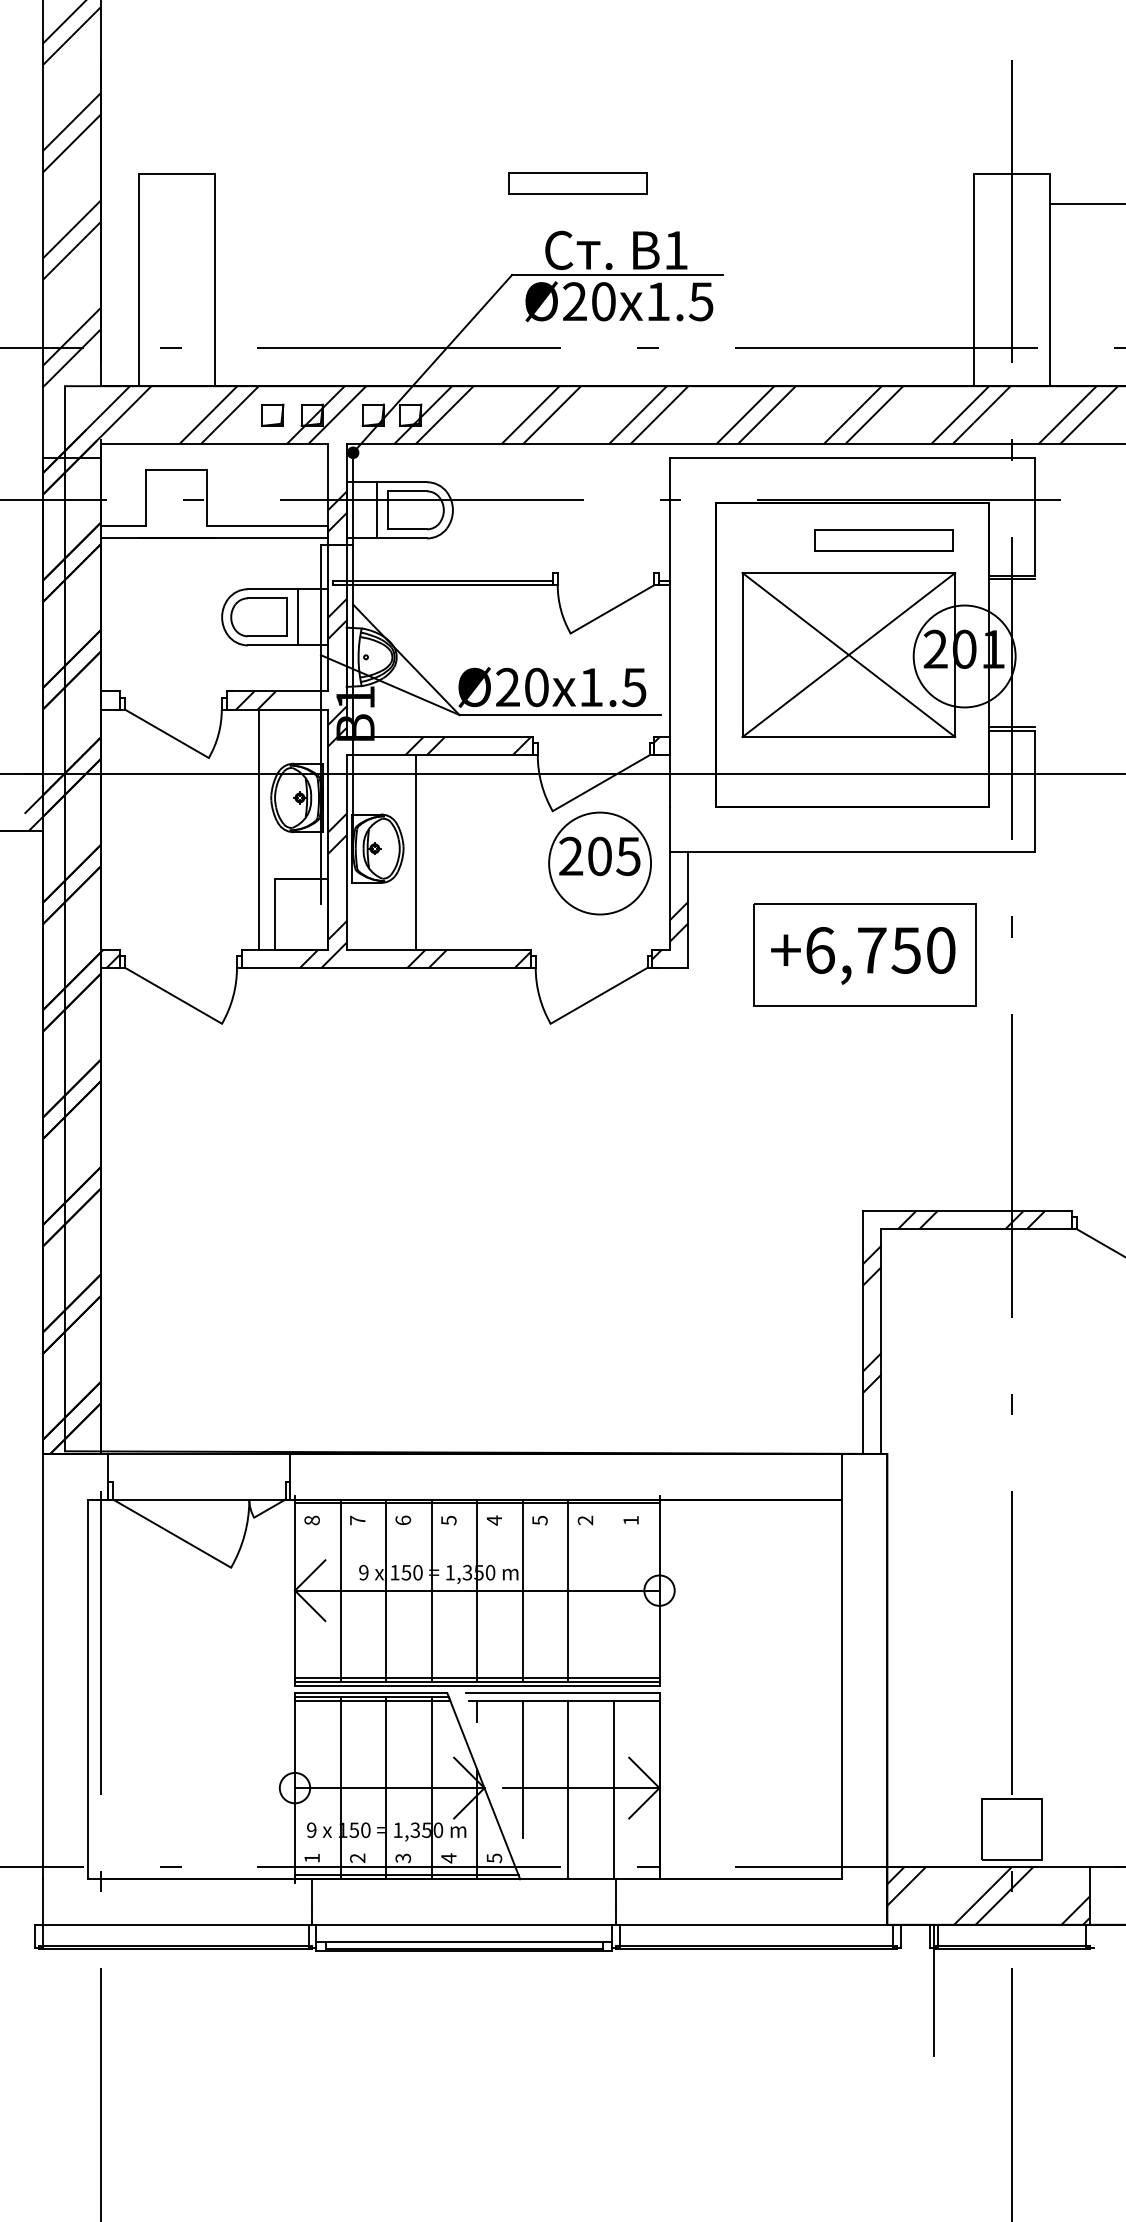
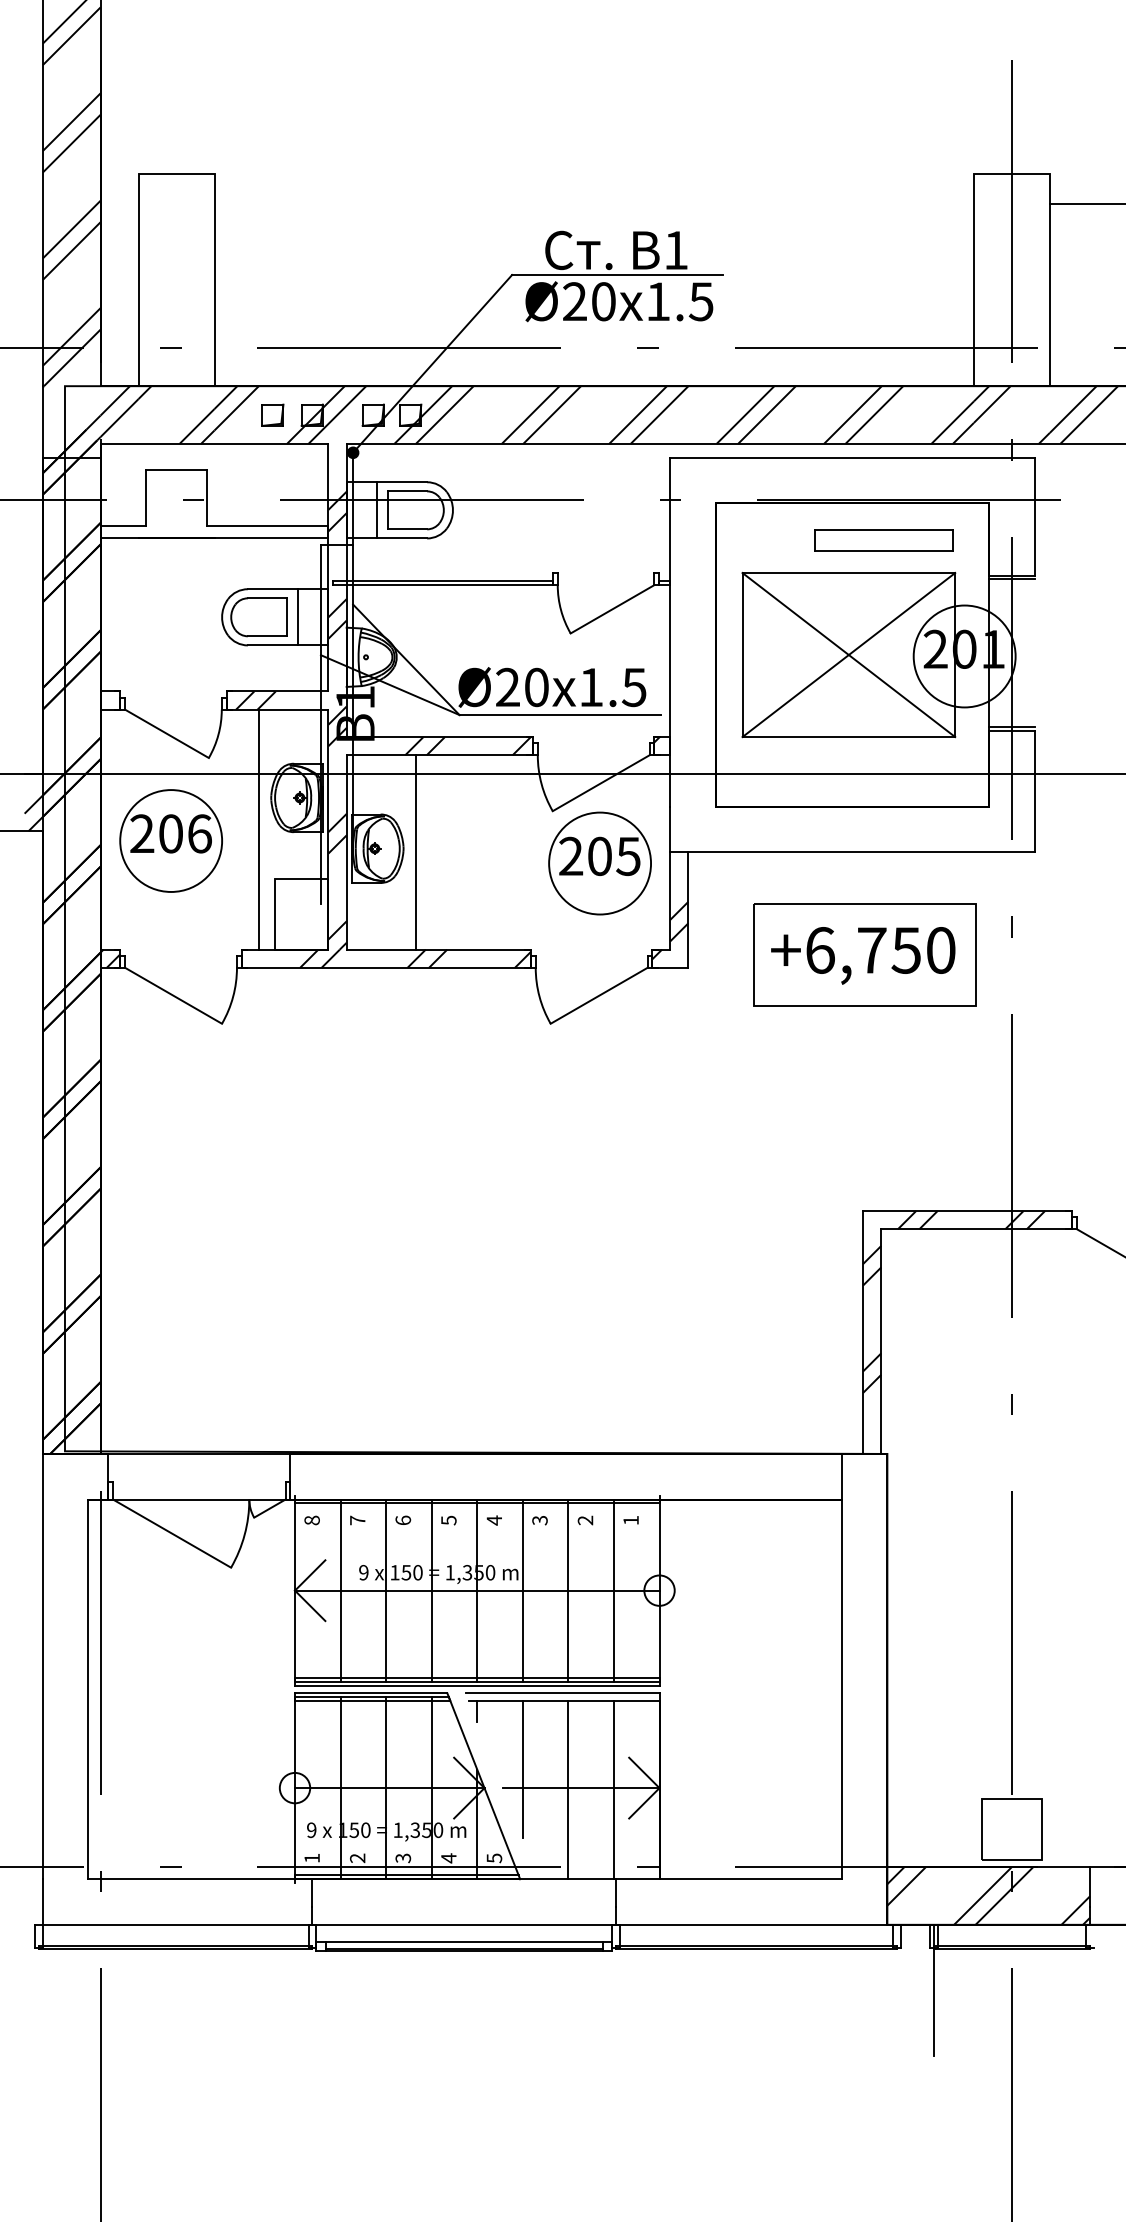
part at (577, 183): present -> none
part at (170, 840): none -> present
text at (539, 1519): 5 -> 3
line at (613, 1590): none -> present
